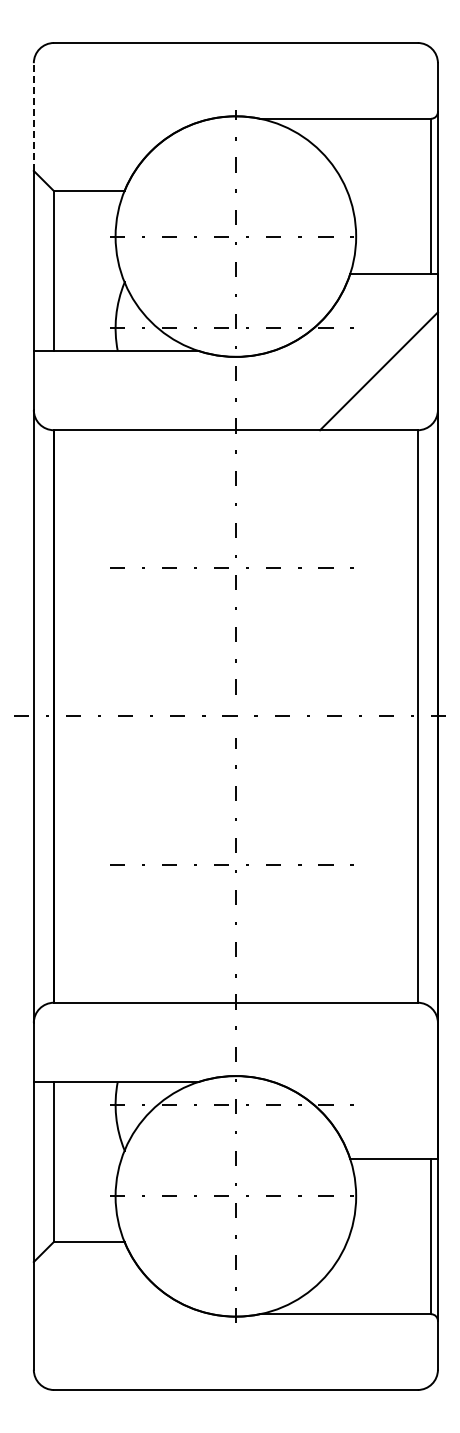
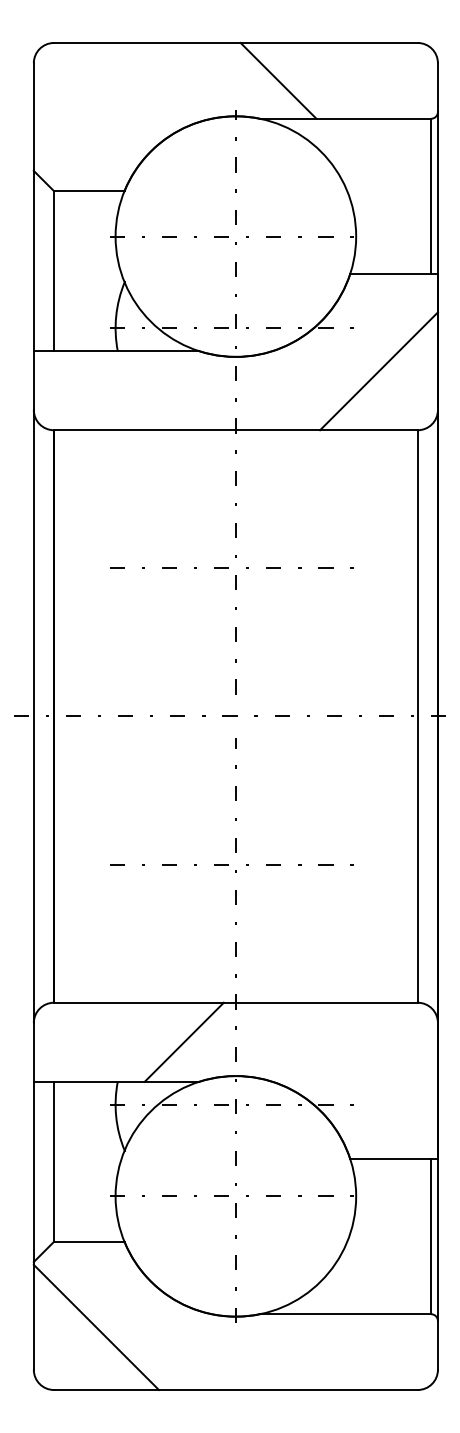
line at (278, 80): none -> present
line at (33, 117): dashed -> solid
line at (183, 1041): none -> present
line at (95, 1327): none -> present
